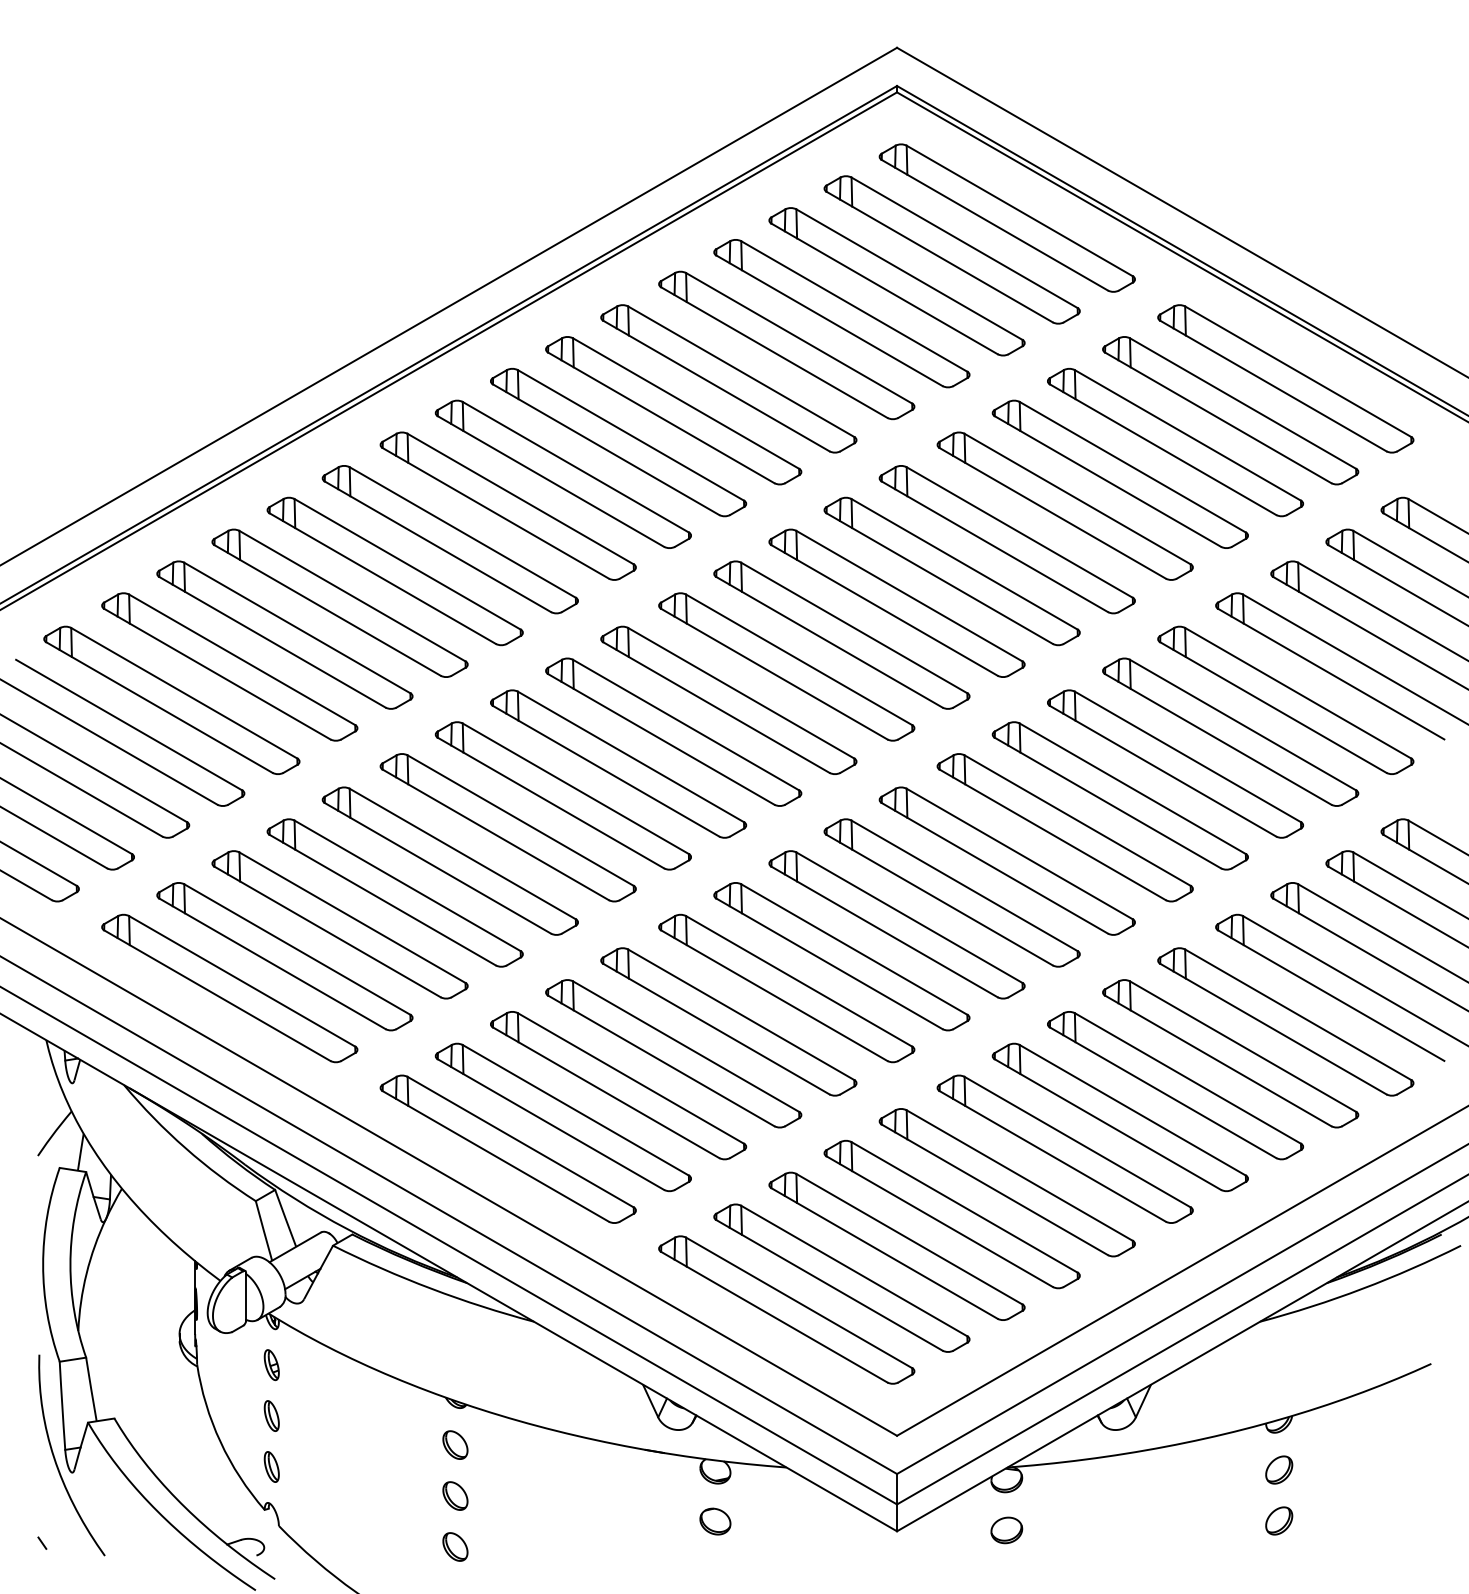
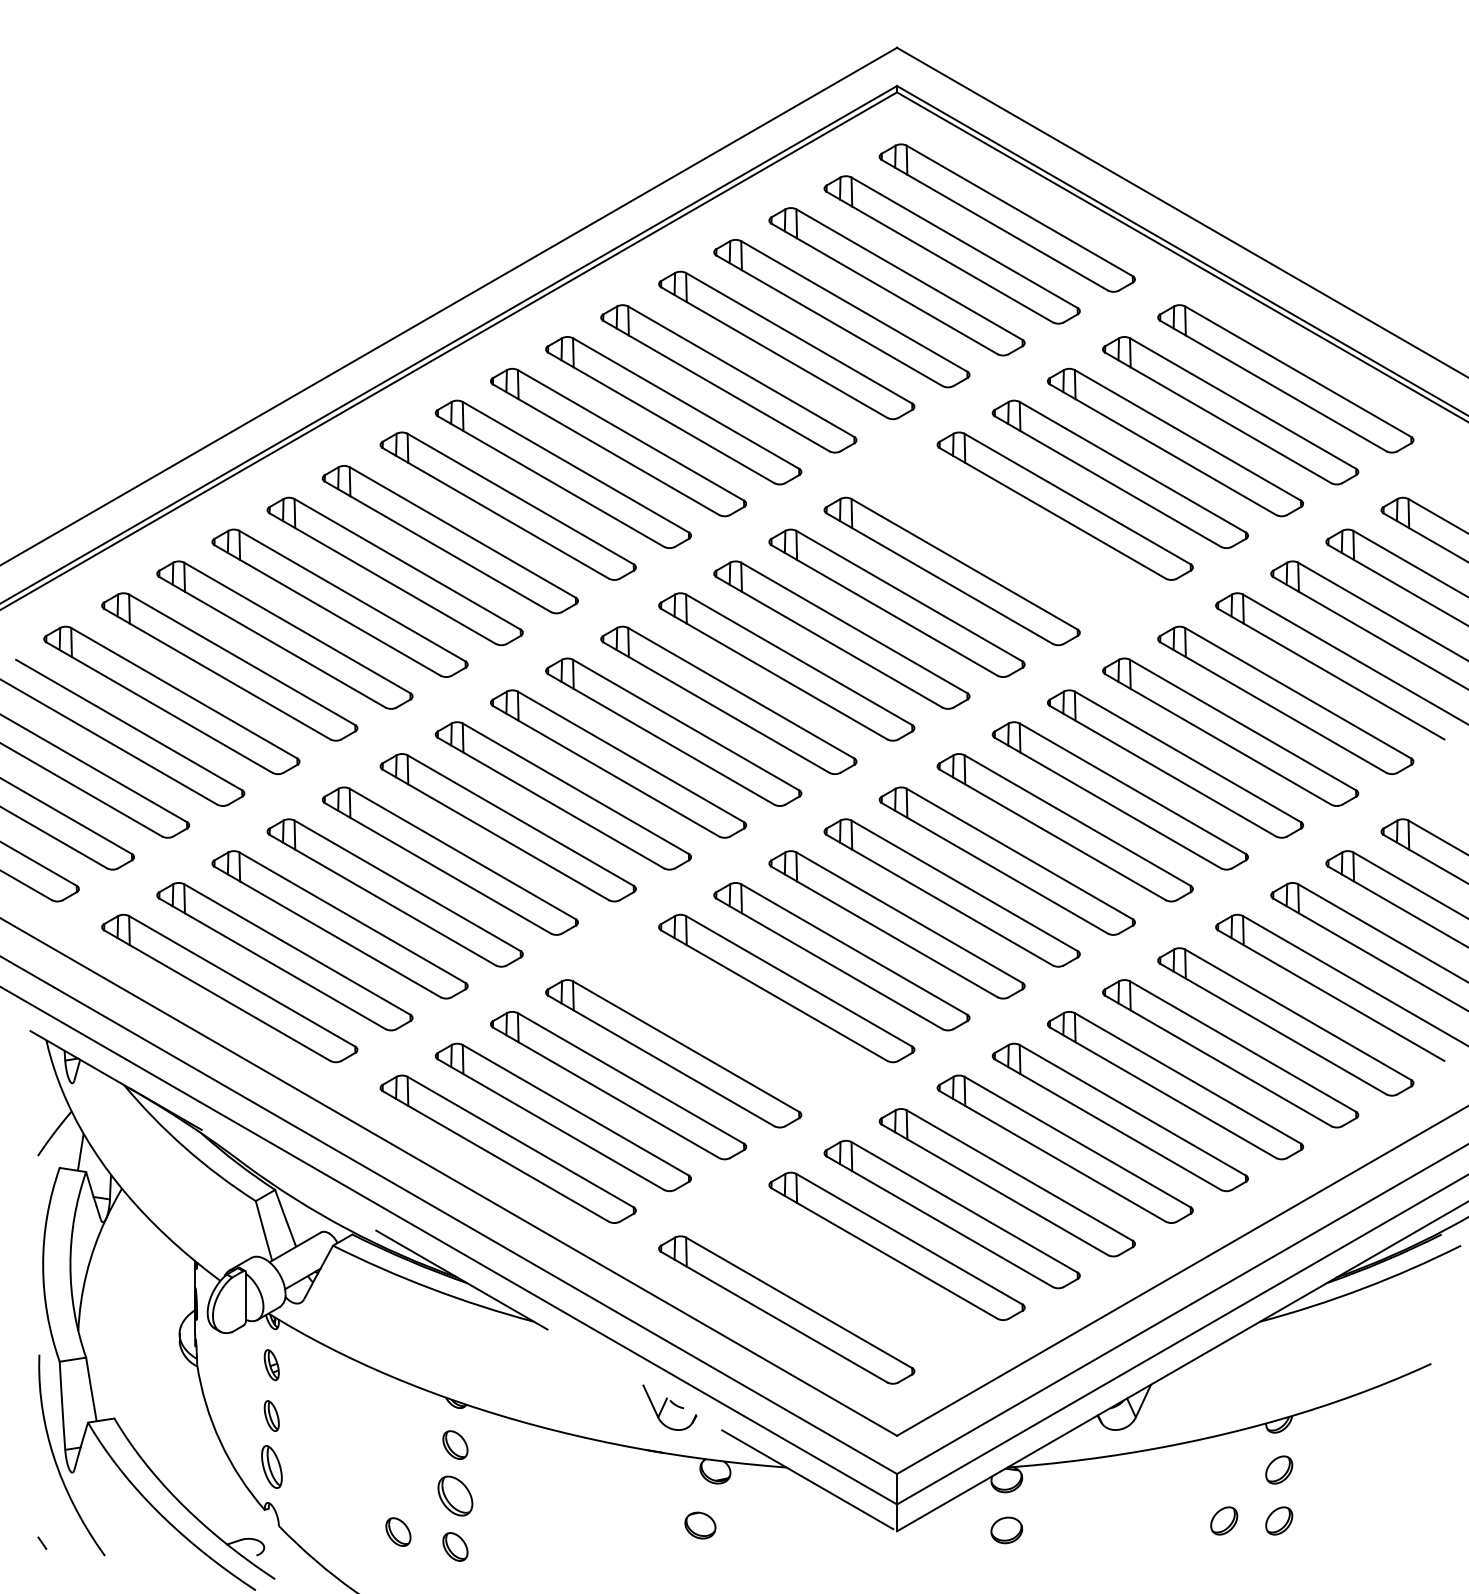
part at (1006, 539): present -> none
part at (728, 1021): present -> none
line at (449, 1272): solid -> dashed
part at (841, 1277): present -> none
part at (271, 1466) size: 17x32 px -> 22x44 px
part at (455, 1495) size: 27x30 px -> 37x42 px
part at (1224, 1520): none -> present
part at (715, 1521) position: (715, 1521) -> (700, 1525)
part at (398, 1531): none -> present
